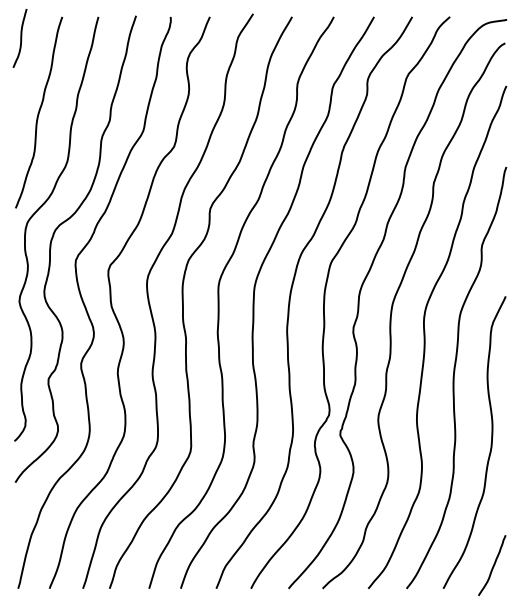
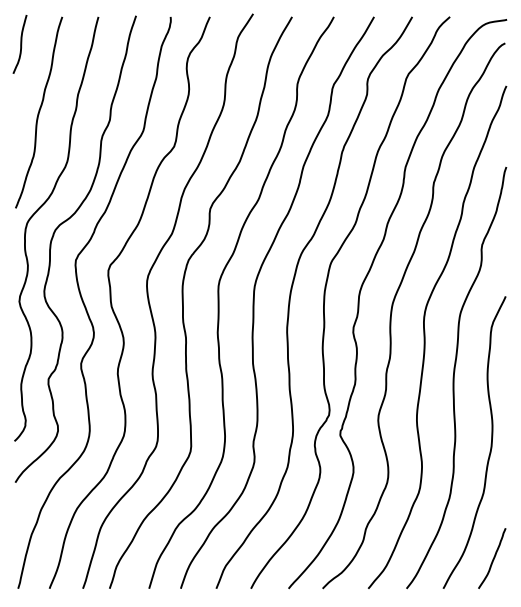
curve at (20, 38) position: (20, 38) -> (20, 44)
curve at (493, 565) position: (493, 565) -> (493, 558)
